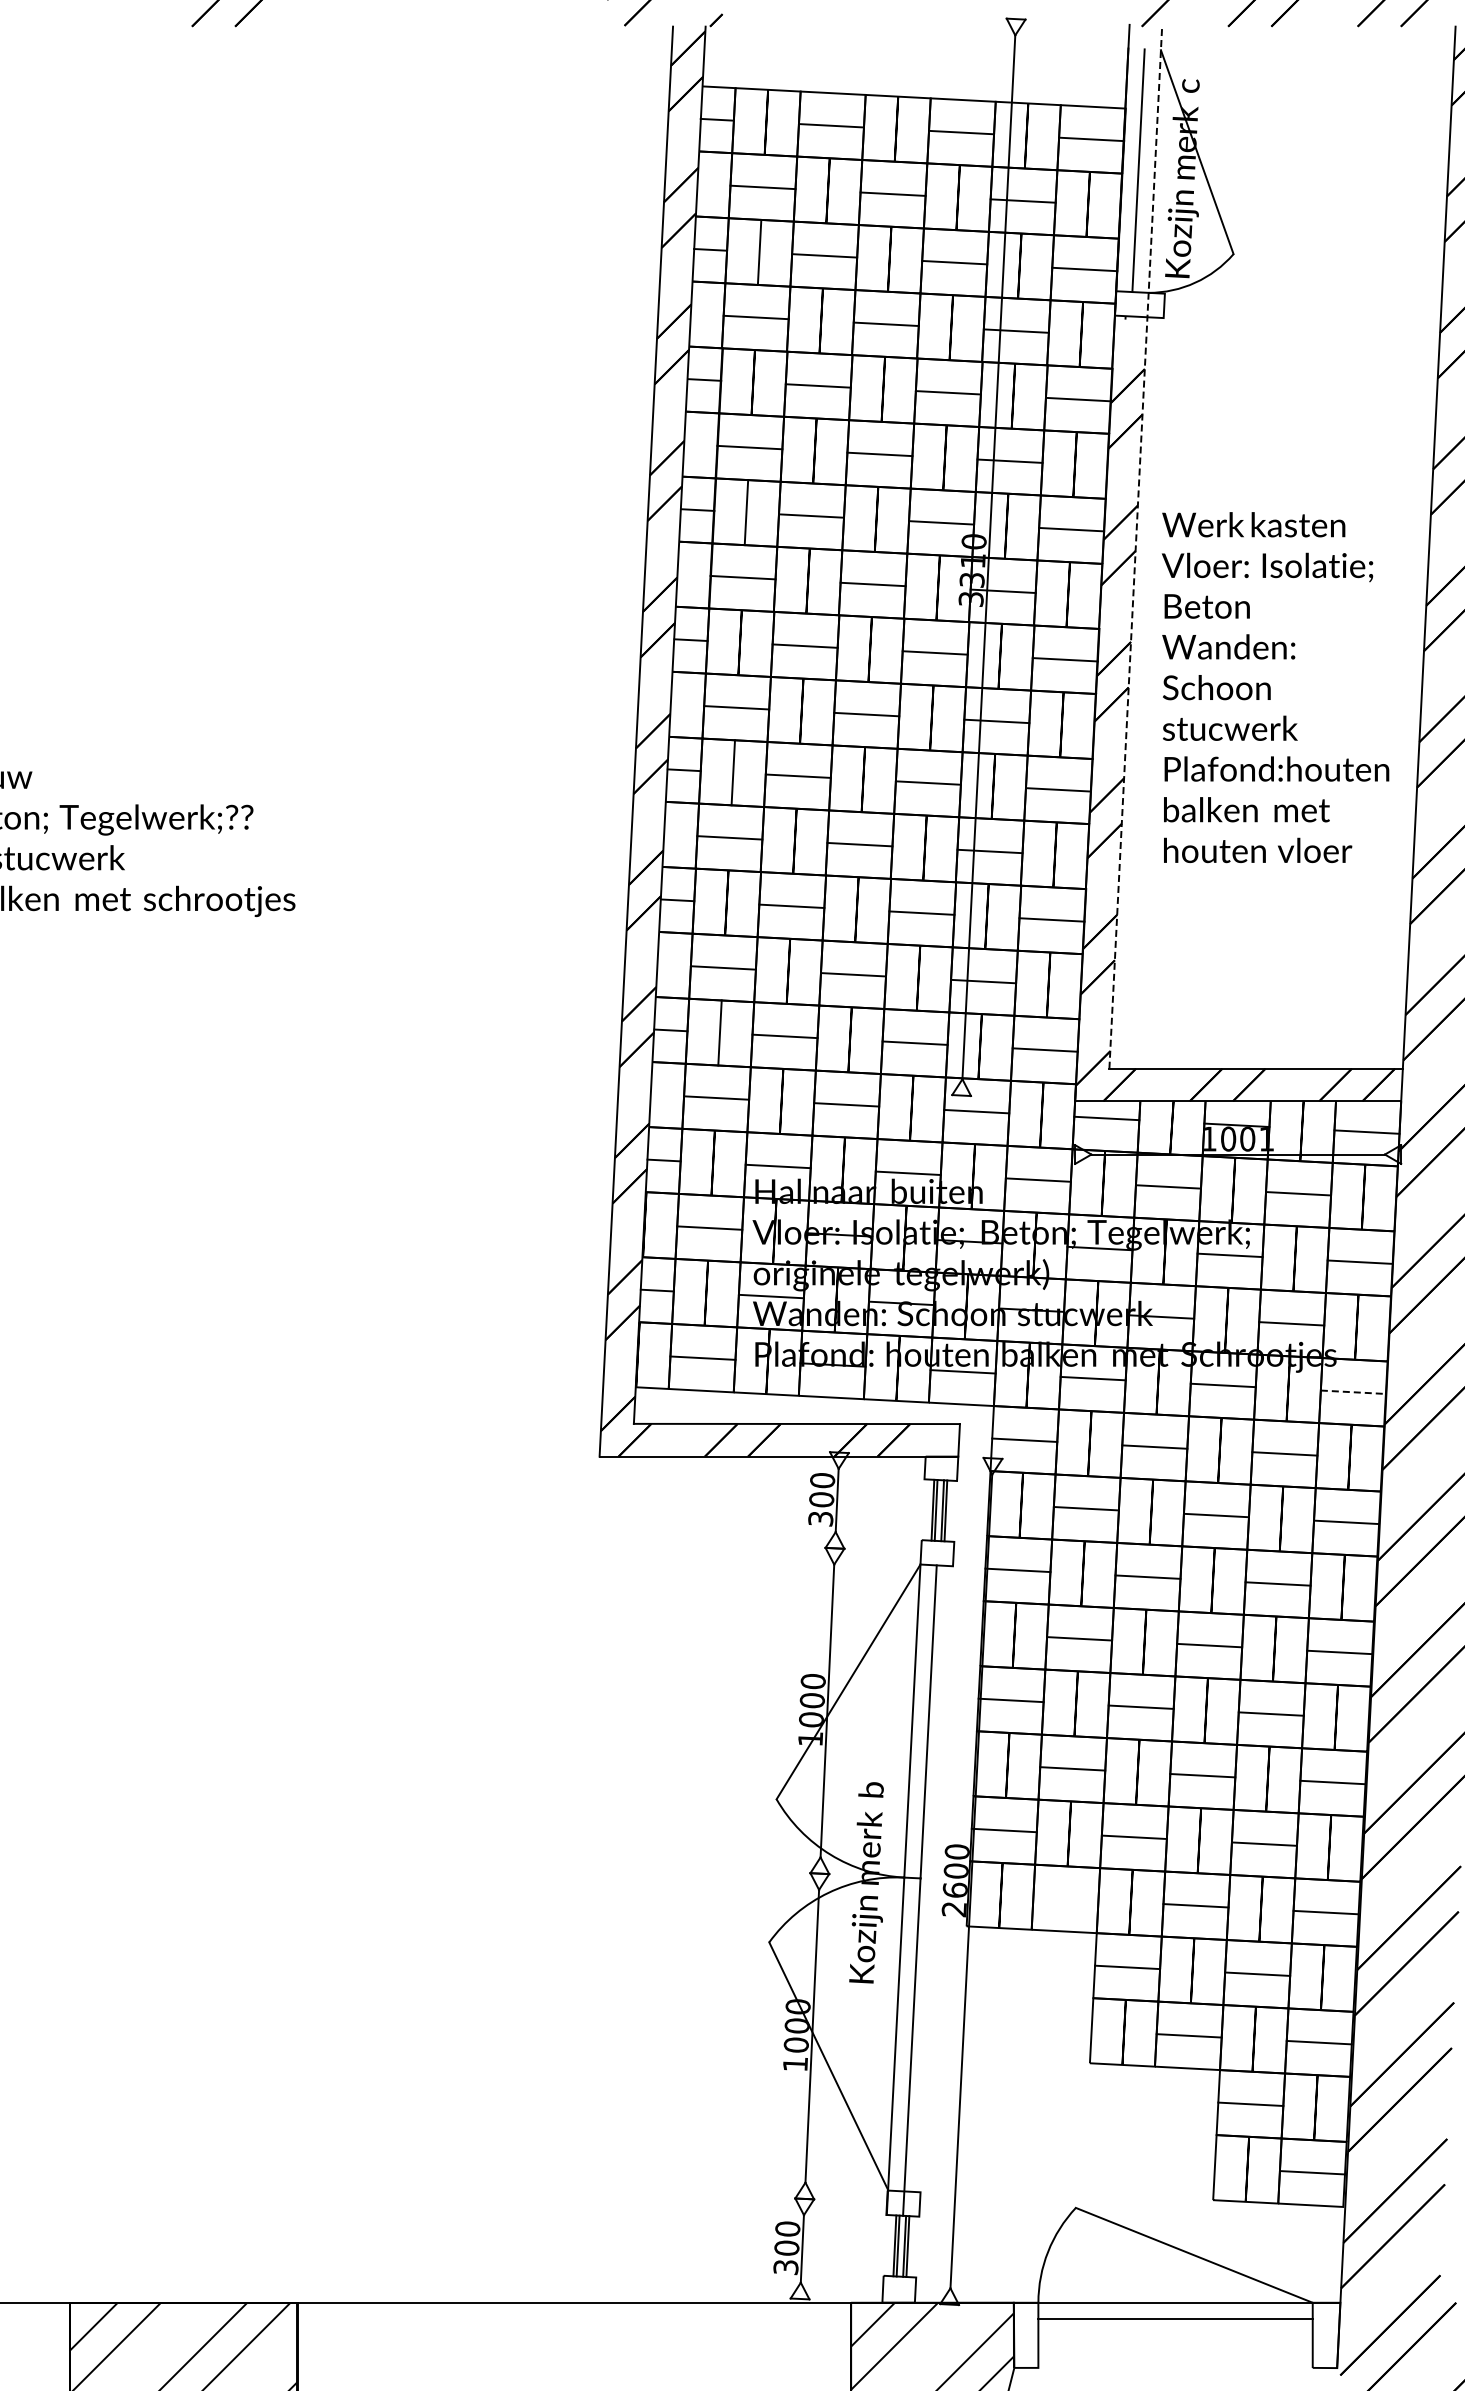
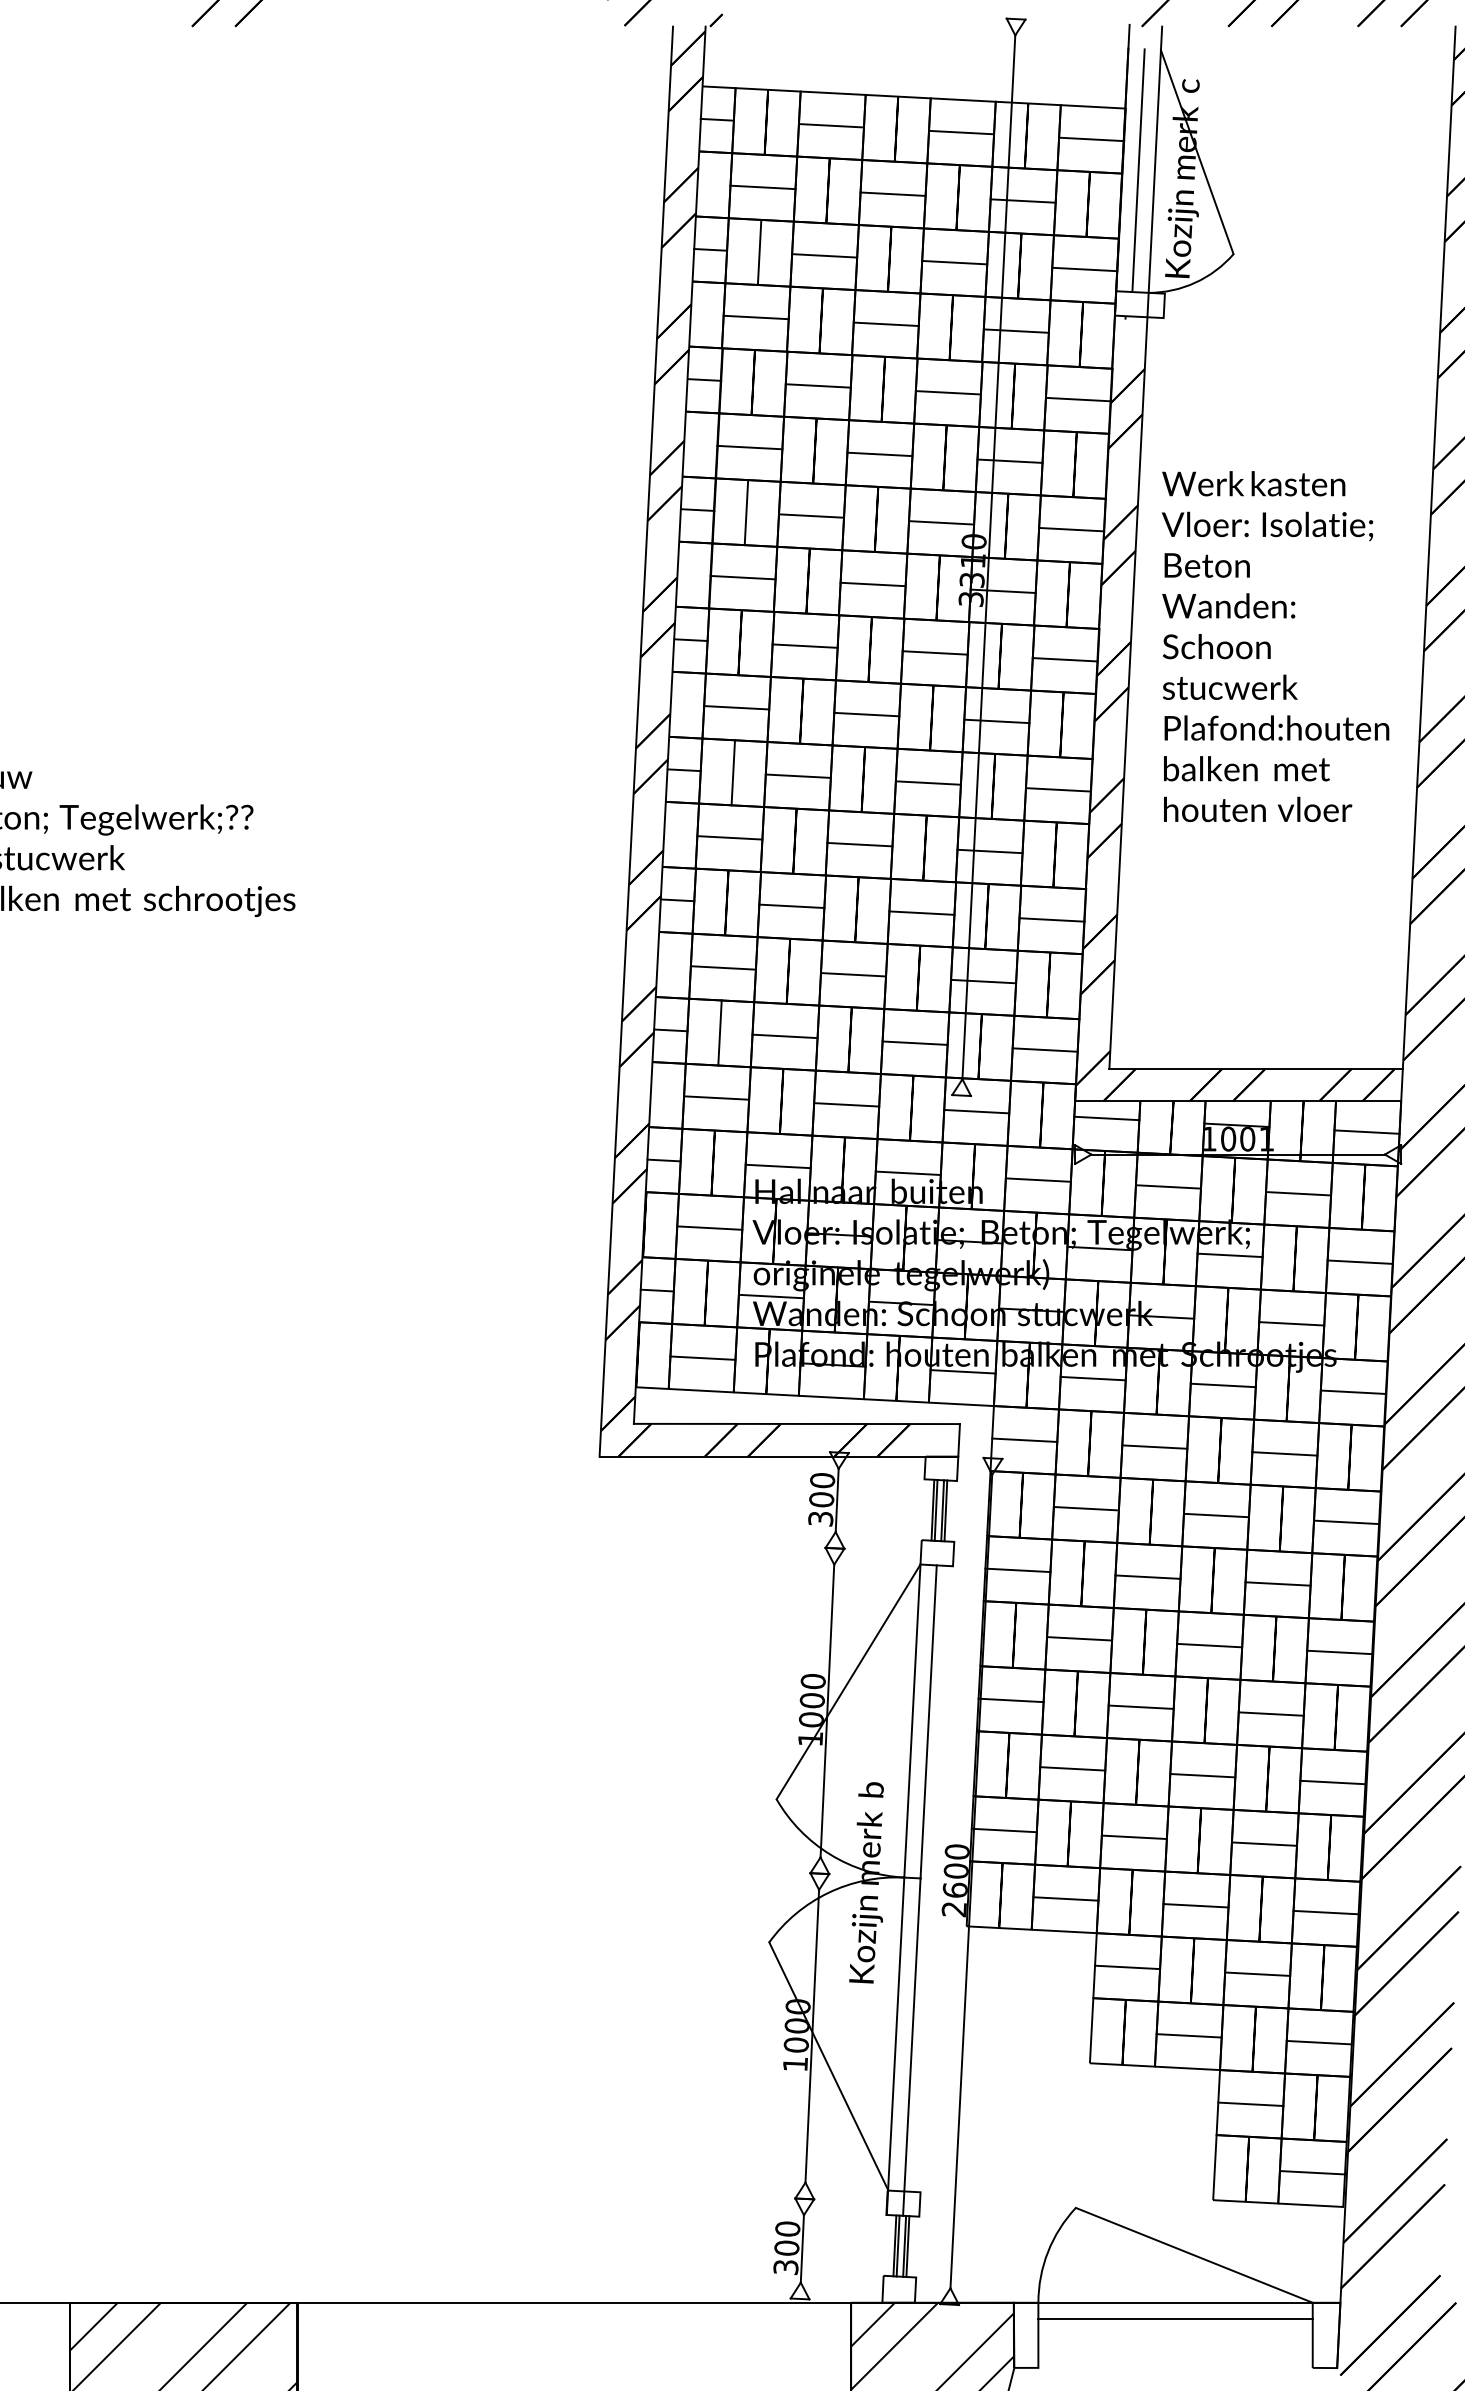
line at (1135, 547): dashed -> solid
text at (1275, 687) position: (1275, 687) -> (1275, 646)
line at (1353, 1392): dashed -> solid
line at (1065, 1898): none -> present
